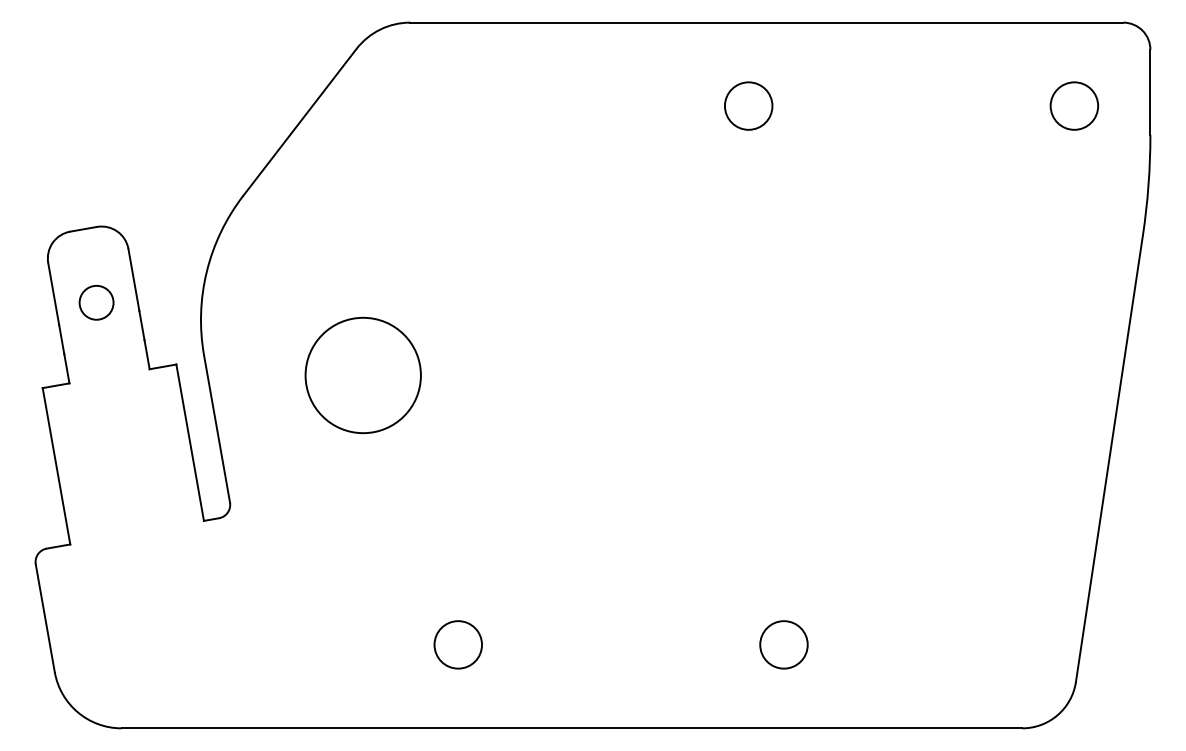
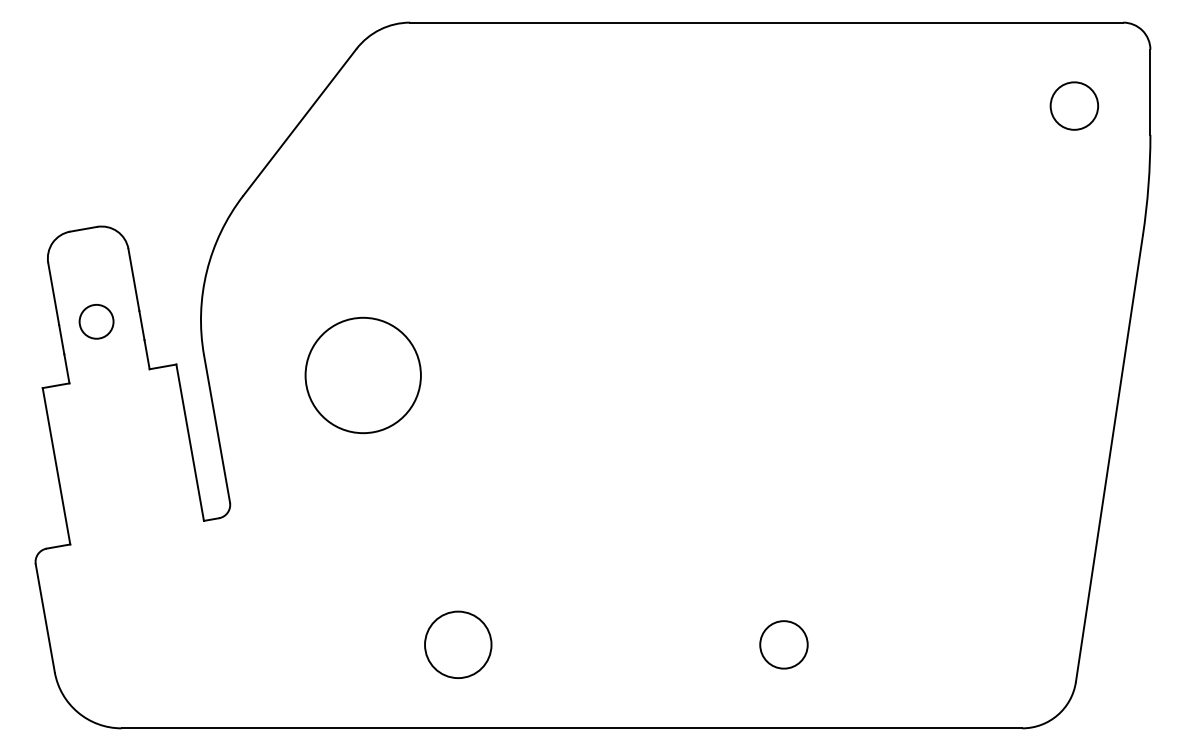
circle at (748, 105): present -> none
circle at (96, 302) position: (96, 302) -> (96, 321)
circle at (458, 644) diameter: 48 px -> 67 px
